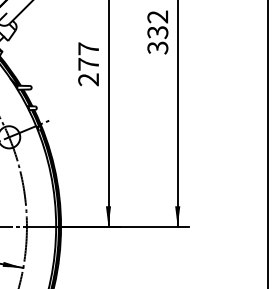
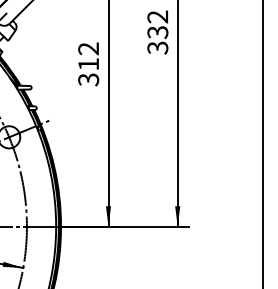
text at (88, 64): 277 -> 312
line at (268, 143) position: (268, 143) -> (263, 143)
